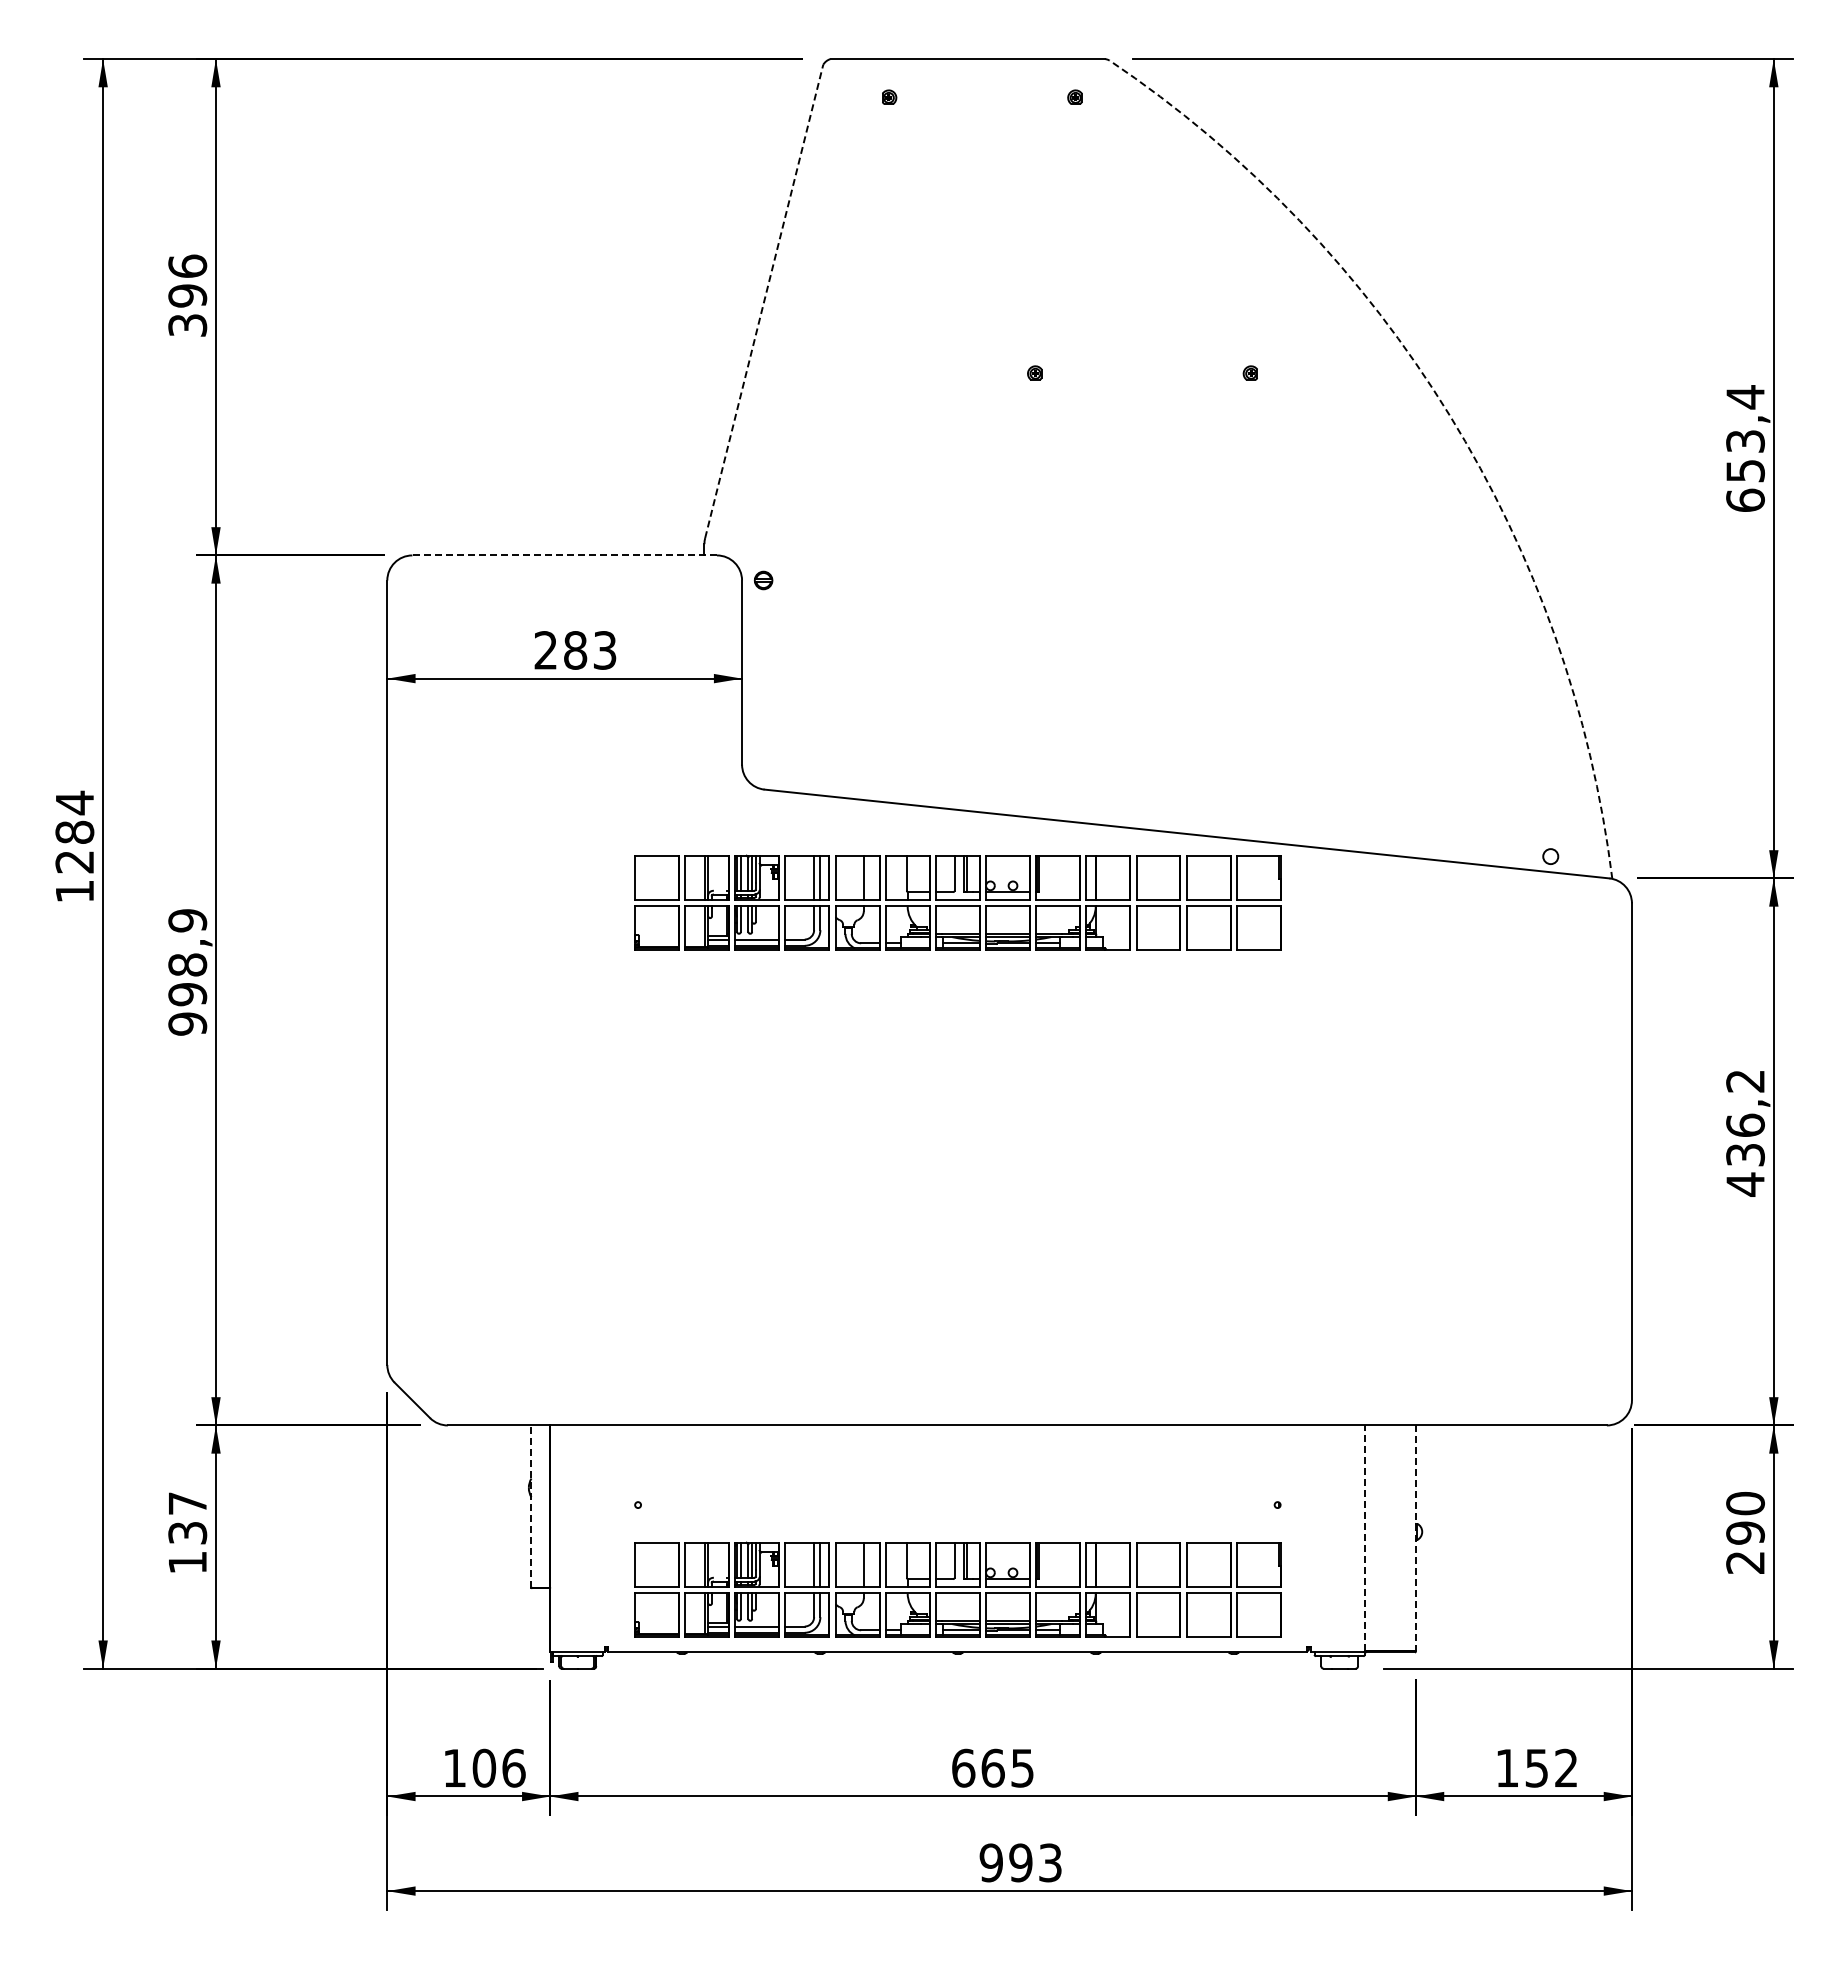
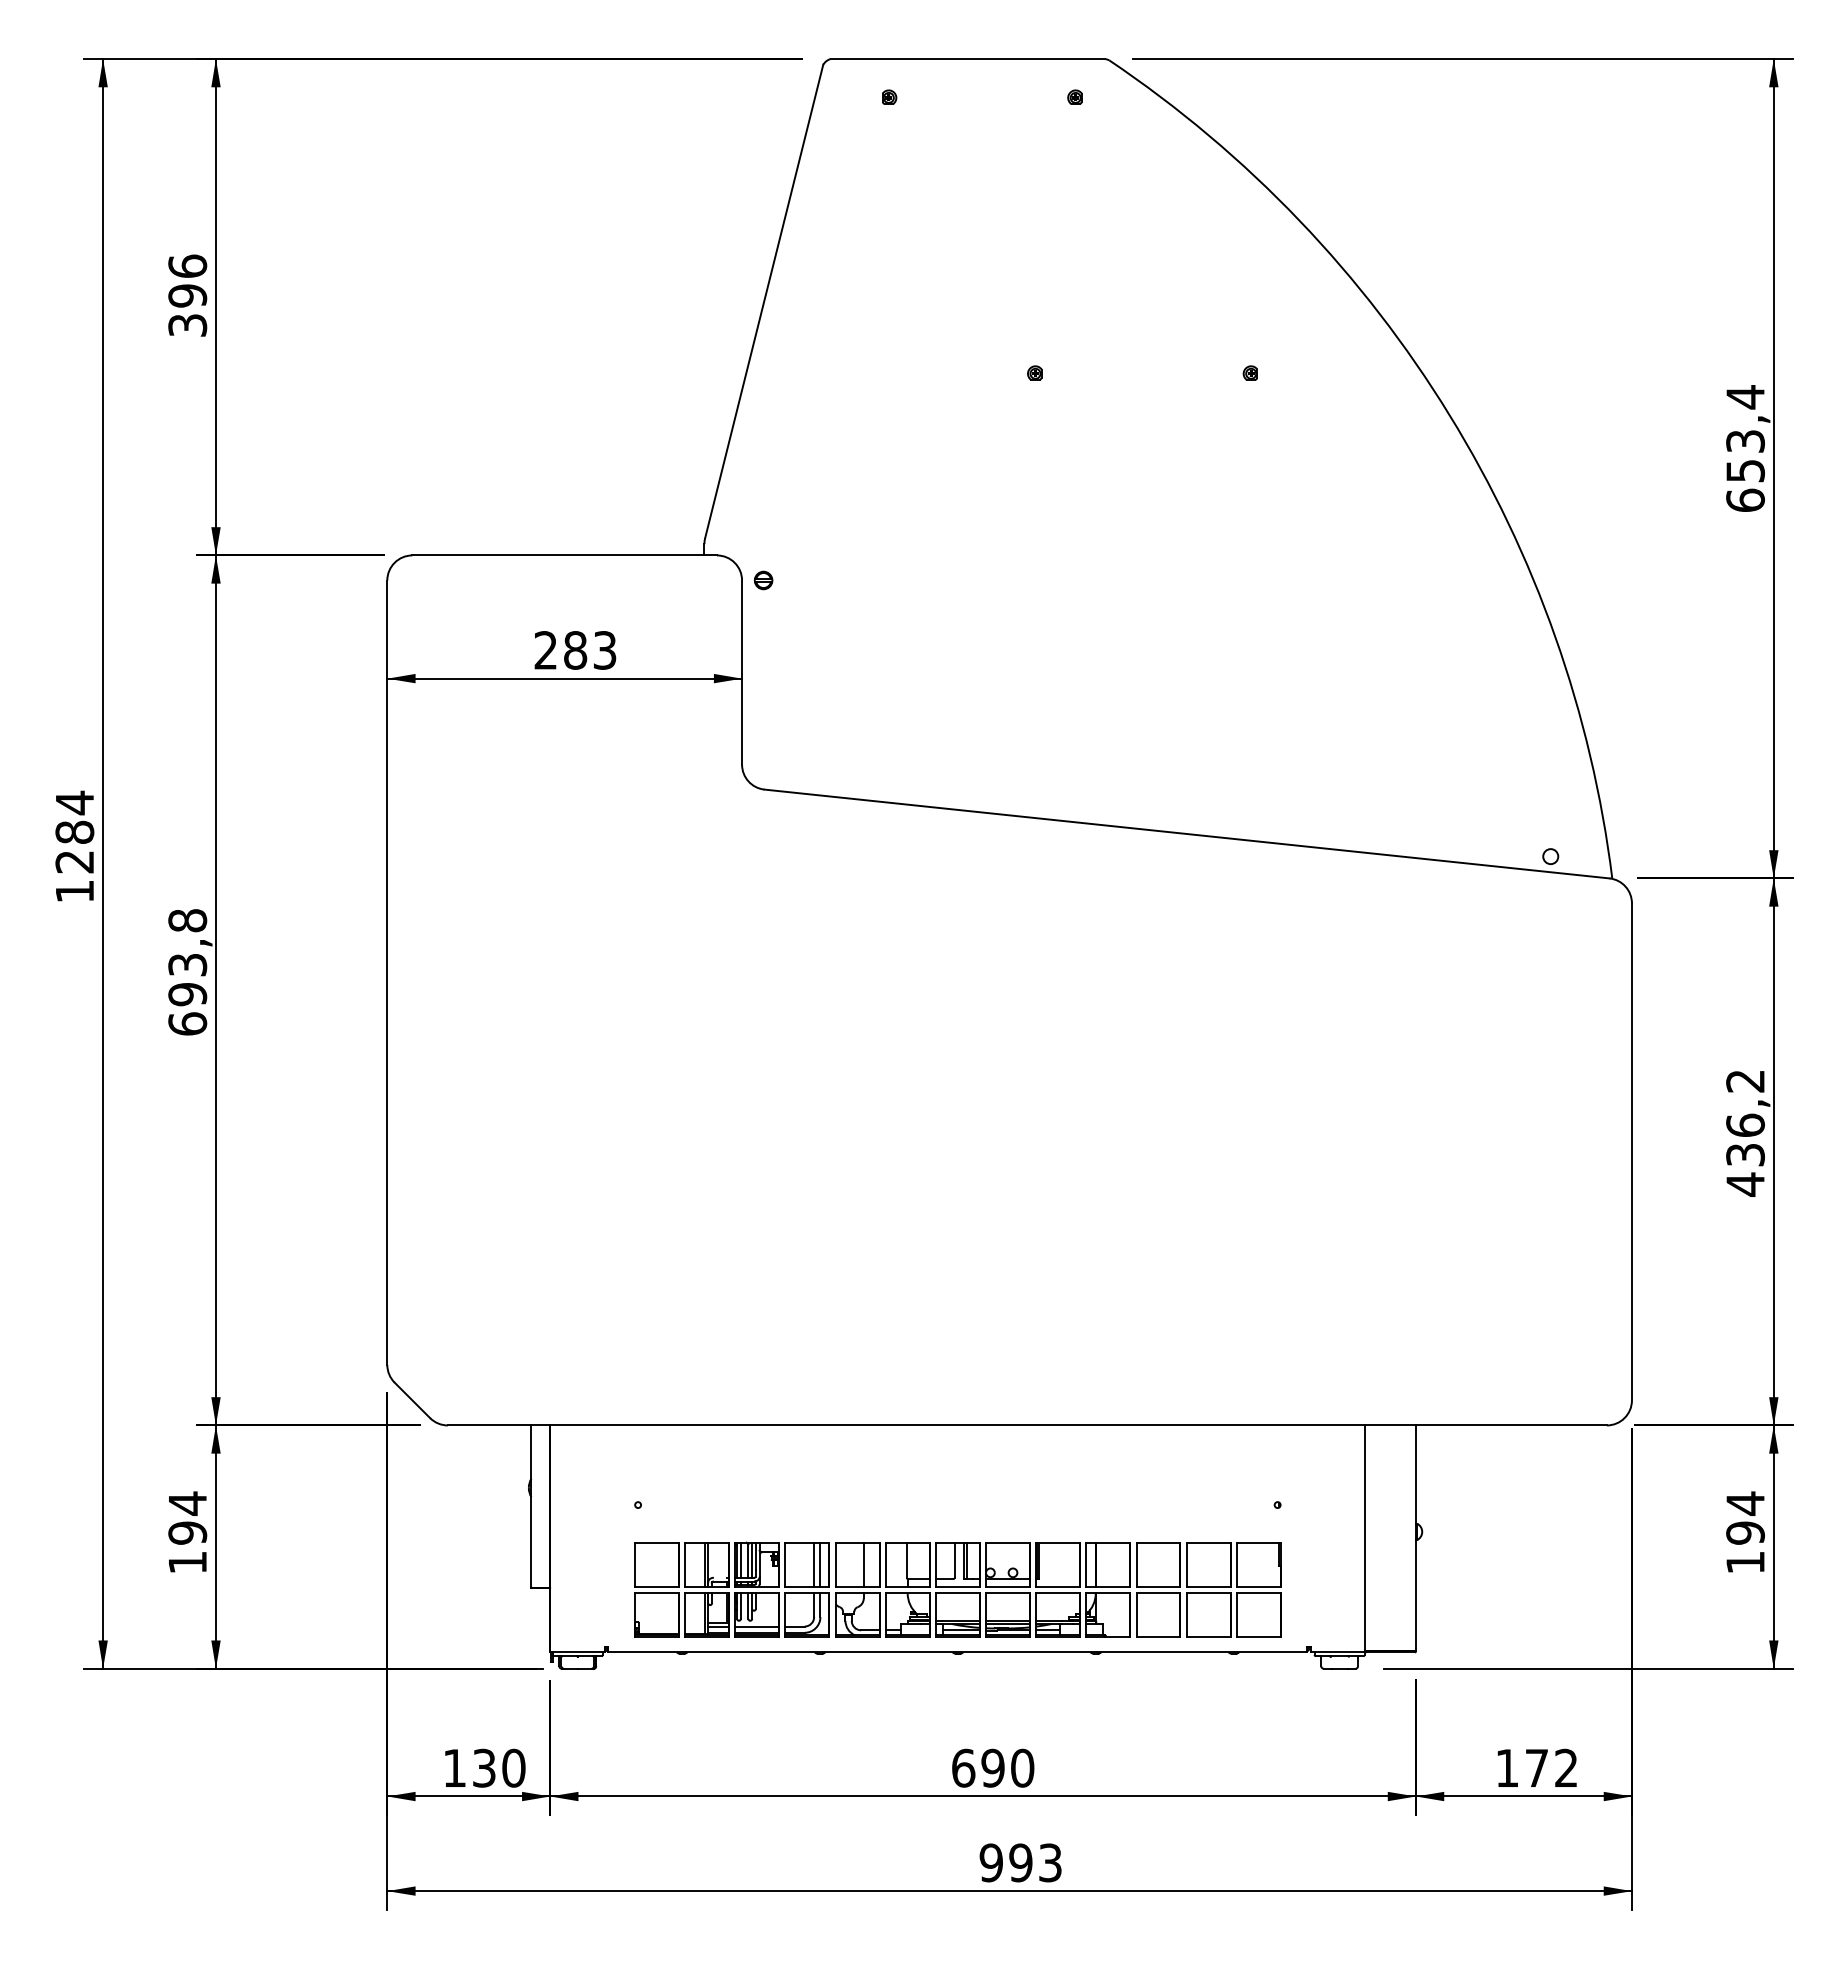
line at (764, 301): dashed -> solid
arc at (1449, 415): dashed -> solid
line at (564, 555): dashed -> solid
part at (957, 902): present -> none
text at (187, 972): 998,9 -> 693,8
line at (531, 1505): dashed -> solid
text at (187, 1517): 137 -> 194
text at (1745, 1532): 290 -> 194
line at (1365, 1538): dashed -> solid
line at (1415, 1538): dashed -> solid
text at (498, 1767): 106 -> 130
text at (1007, 1767): 665 -> 690
text at (1536, 1768): 152 -> 172
